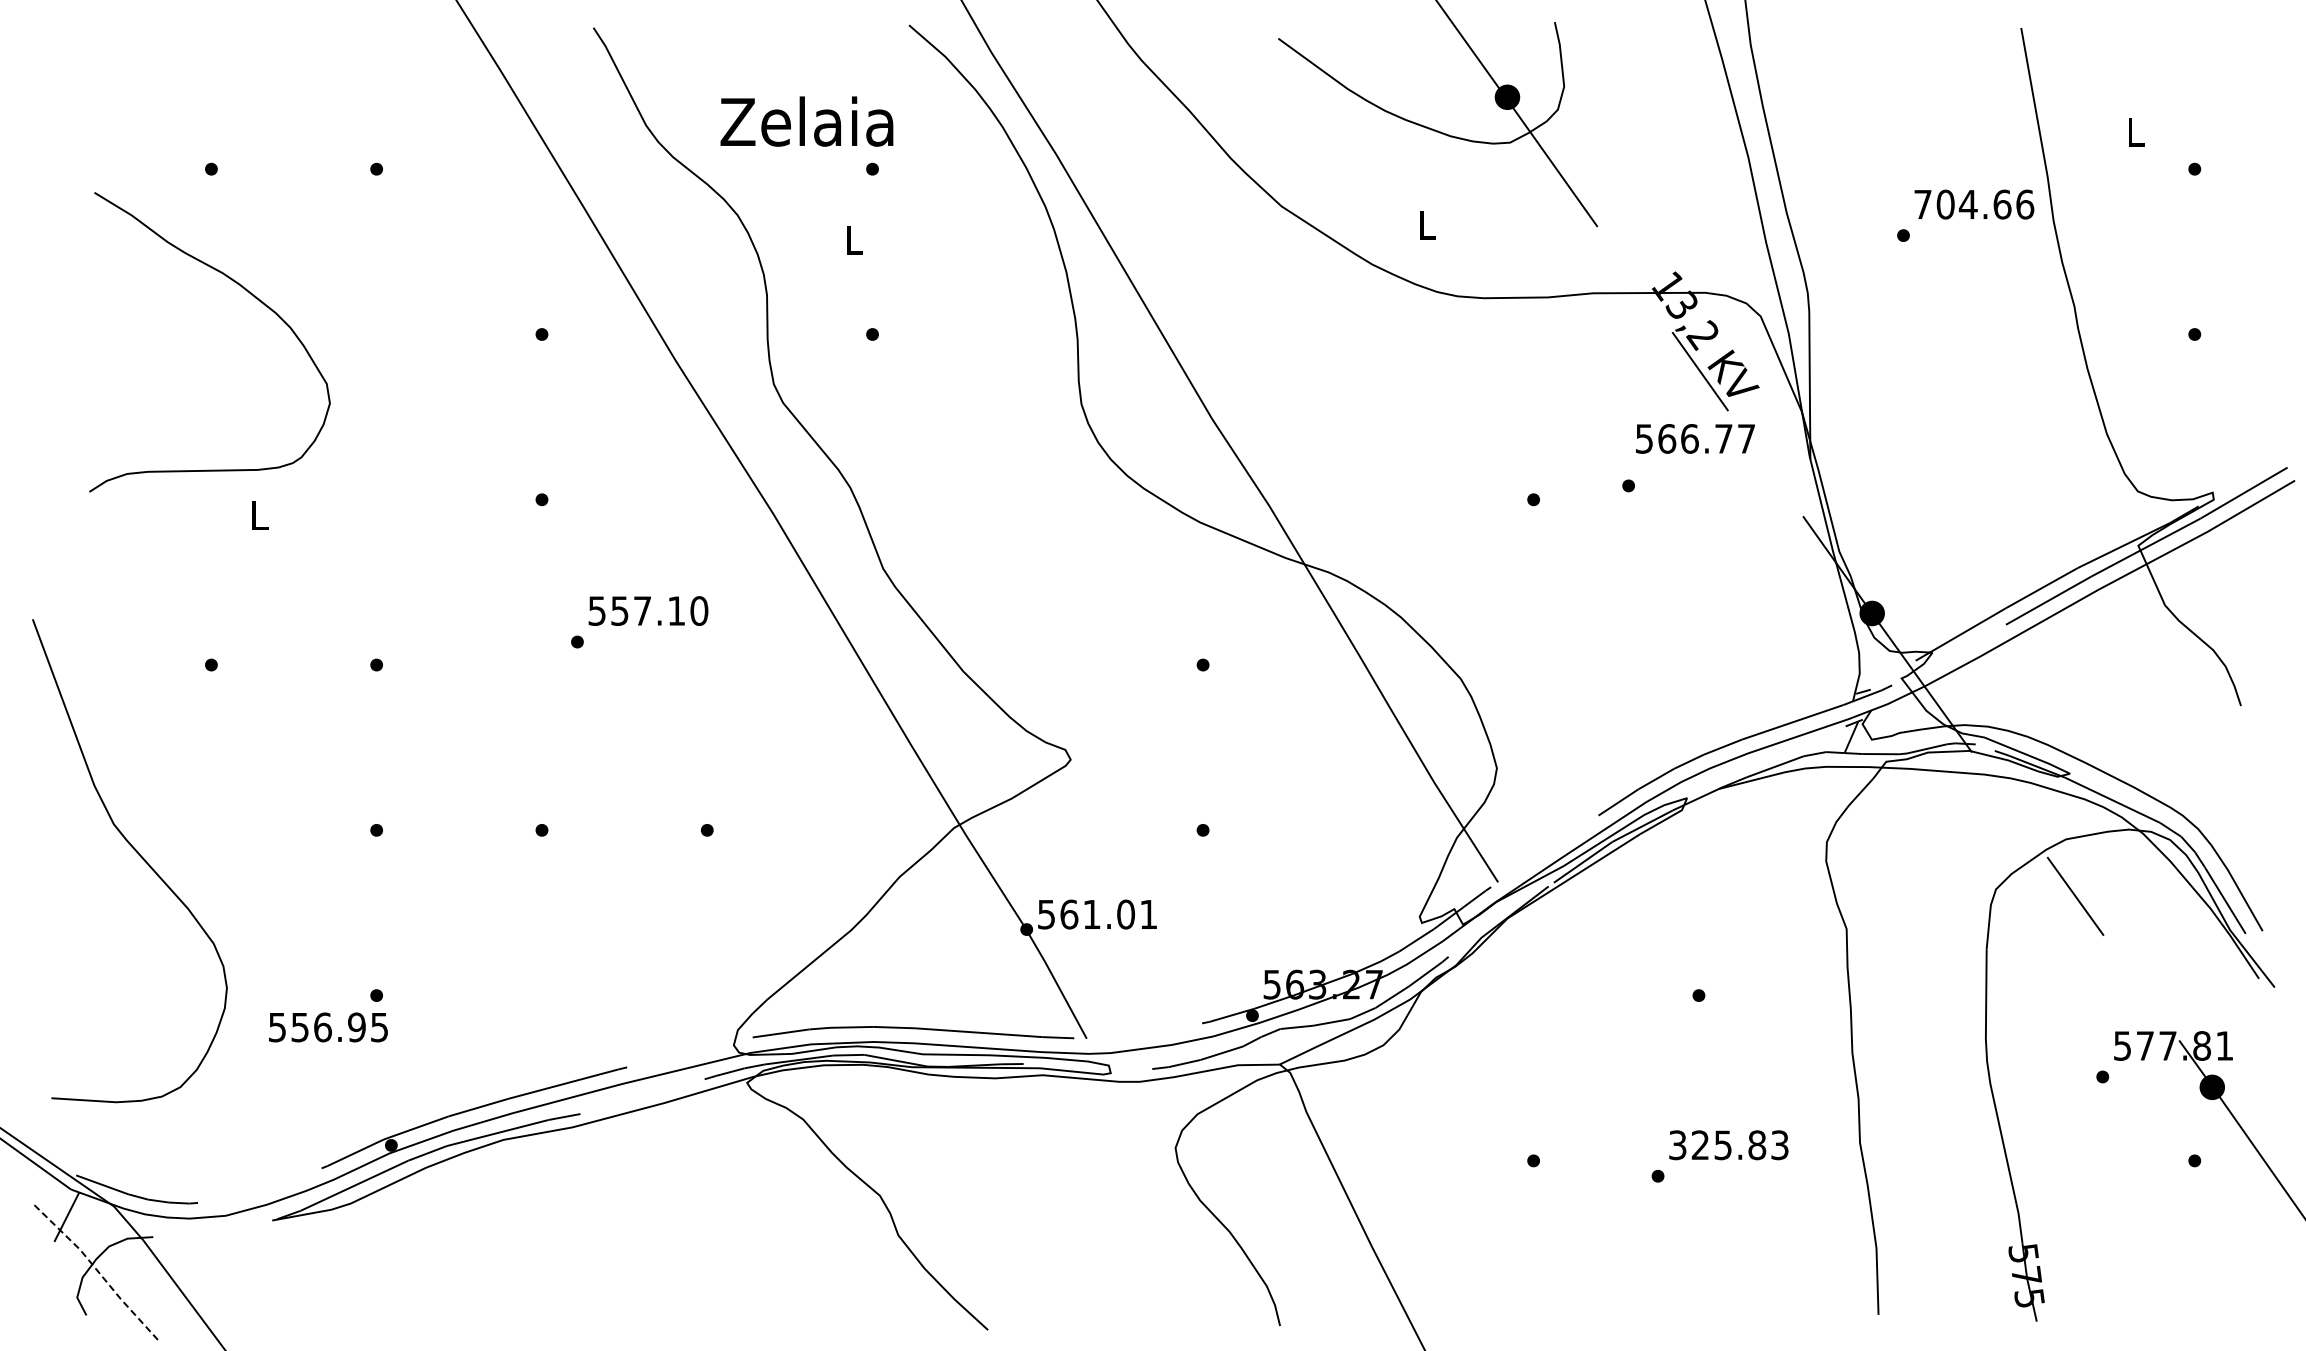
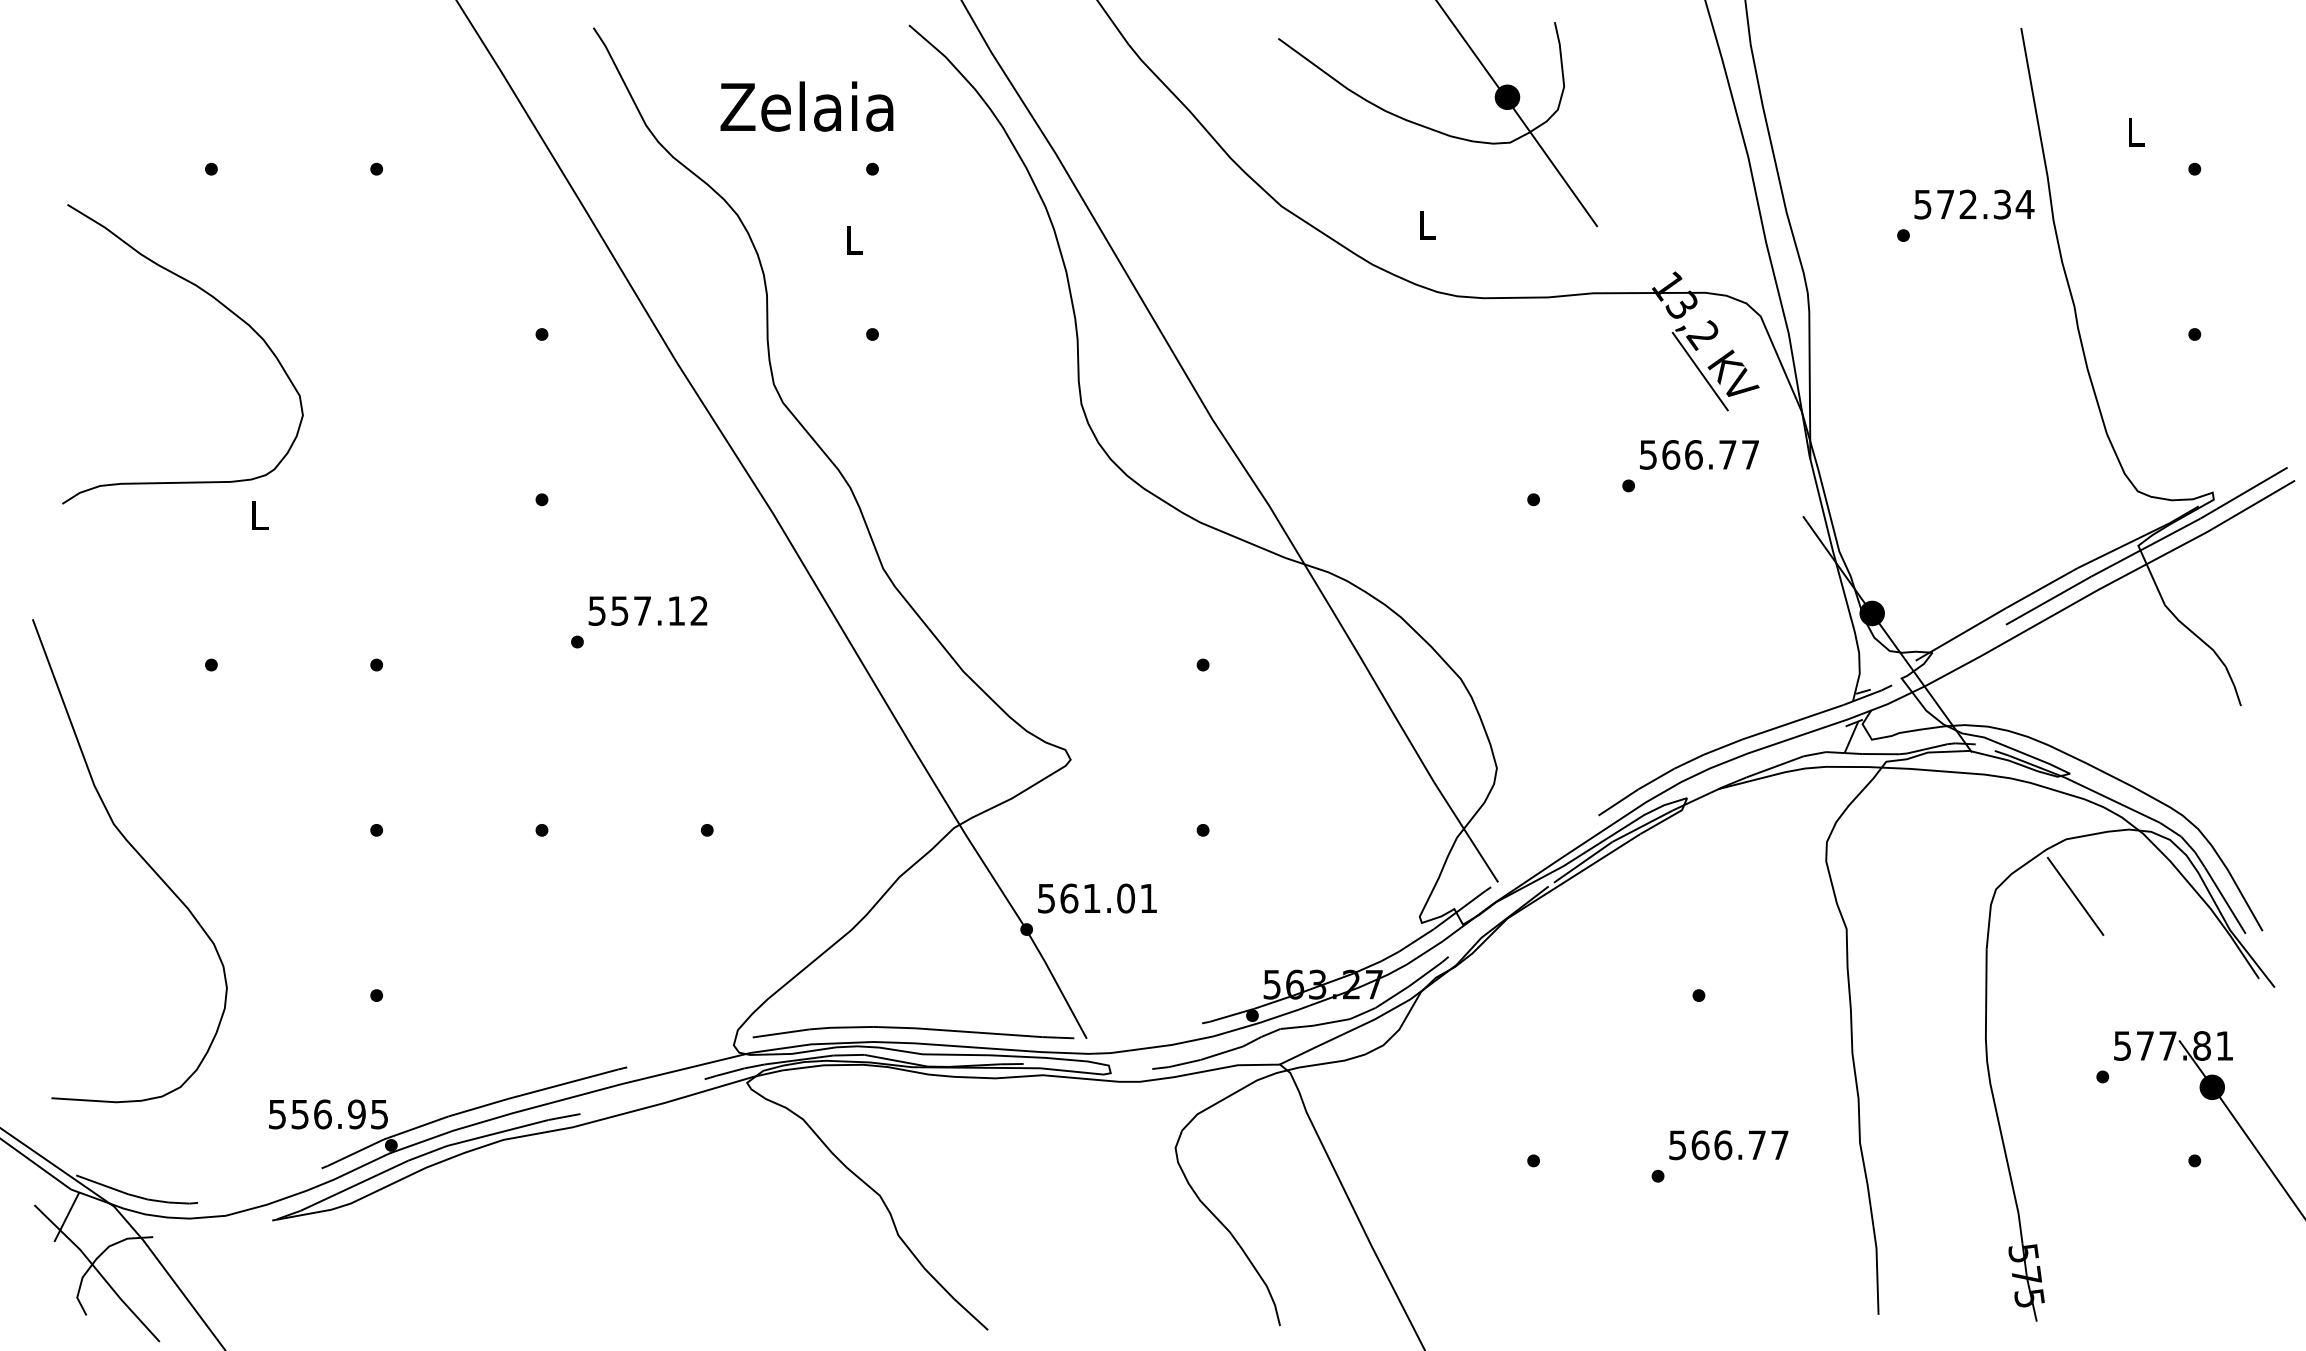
text at (806, 121) position: (806, 121) -> (806, 106)
text at (1974, 204): 704.66 -> 572.34
curve at (246, 291) position: (246, 291) -> (219, 303)
text at (1695, 438) position: (1695, 438) -> (1699, 454)
text at (699, 610): 557.10 -> 557.12
text at (1097, 914) position: (1097, 914) -> (1097, 898)
text at (328, 1027) position: (328, 1027) -> (328, 1114)
text at (1729, 1145): 325.83 -> 566.77
line at (98, 1272): dashed -> solid
